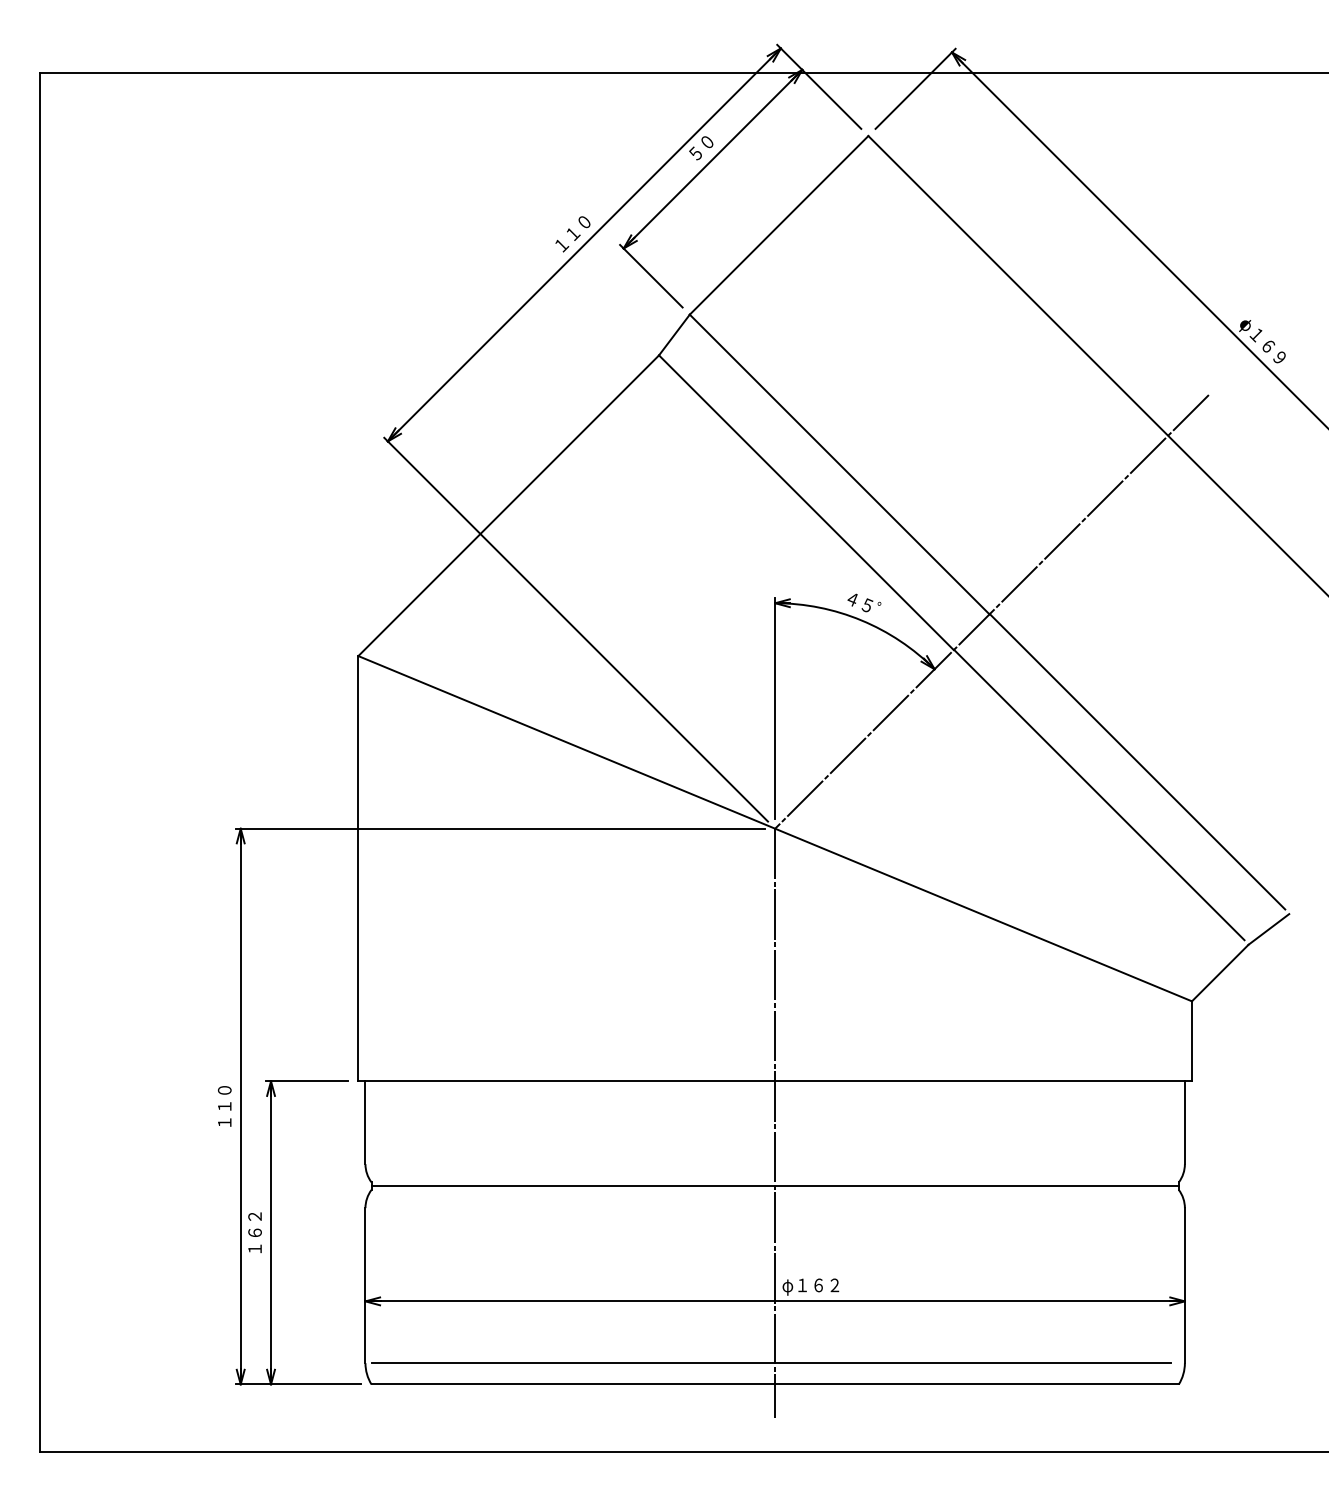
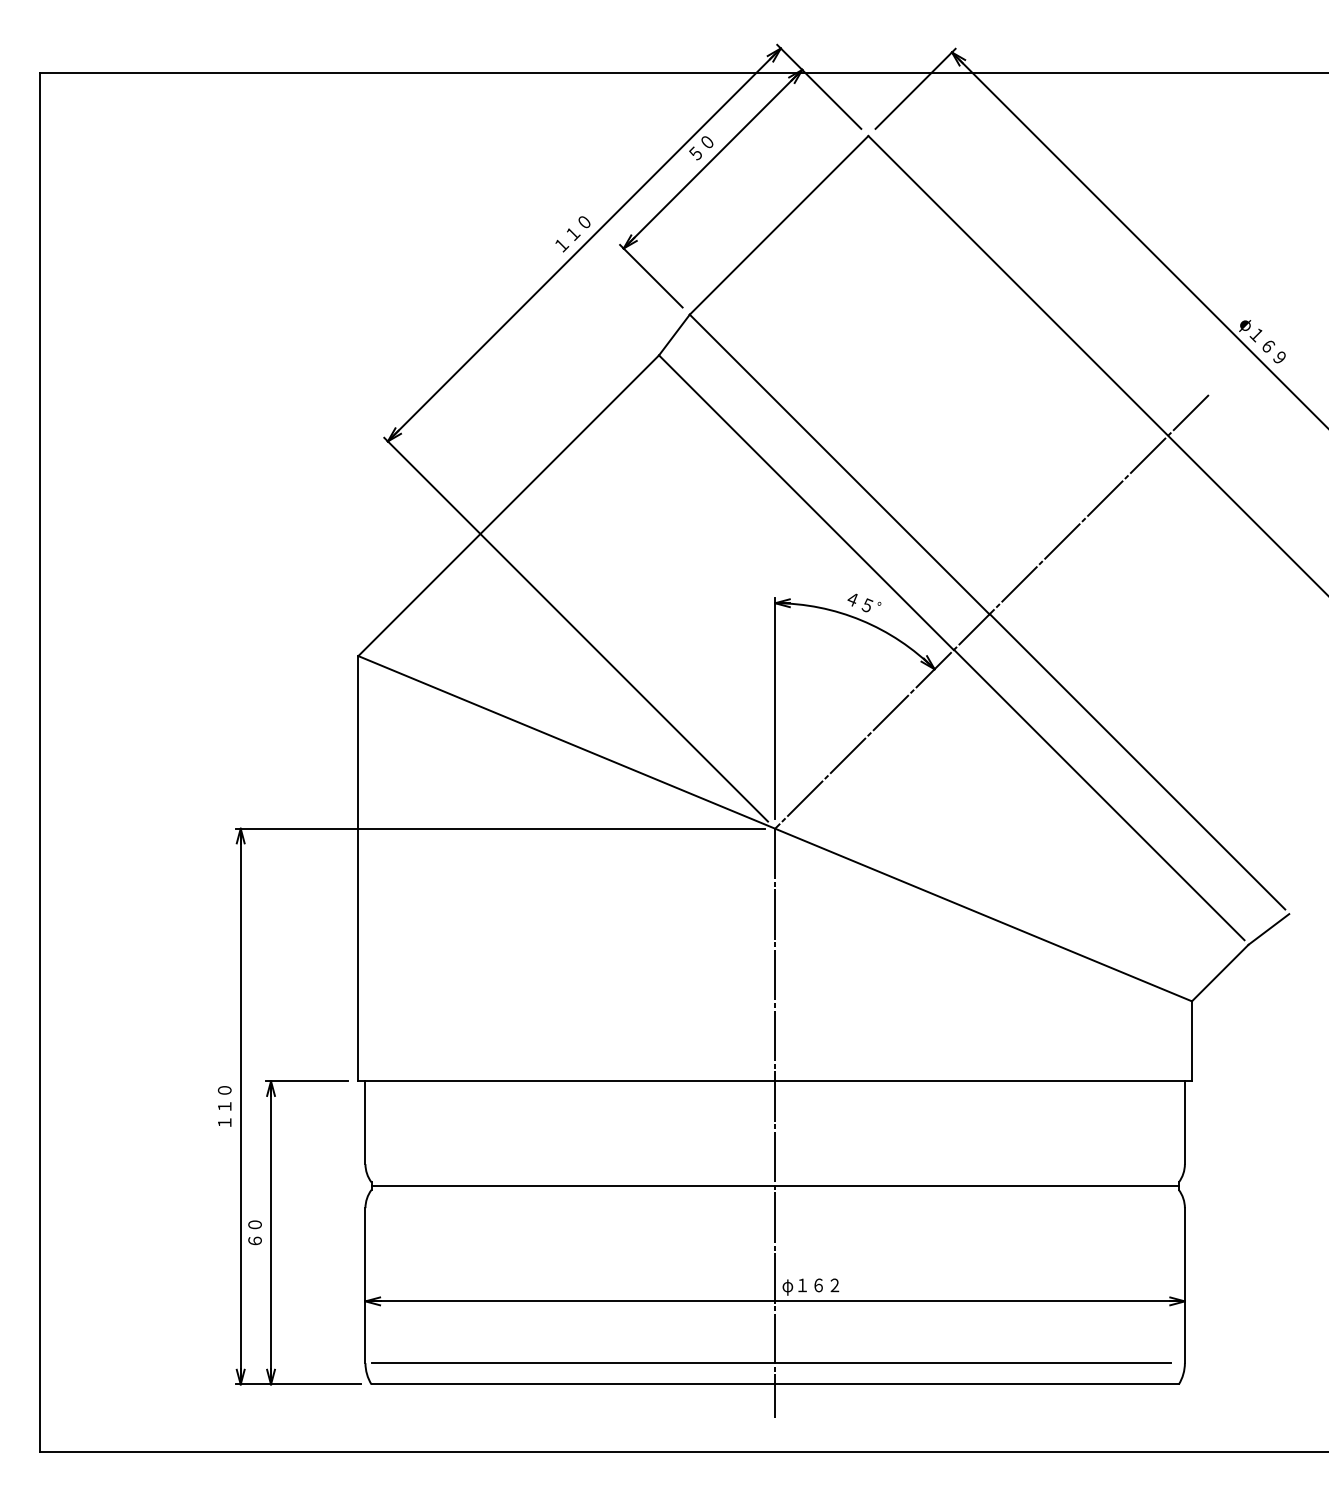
text at (254, 1232): １６２ -> ６０
